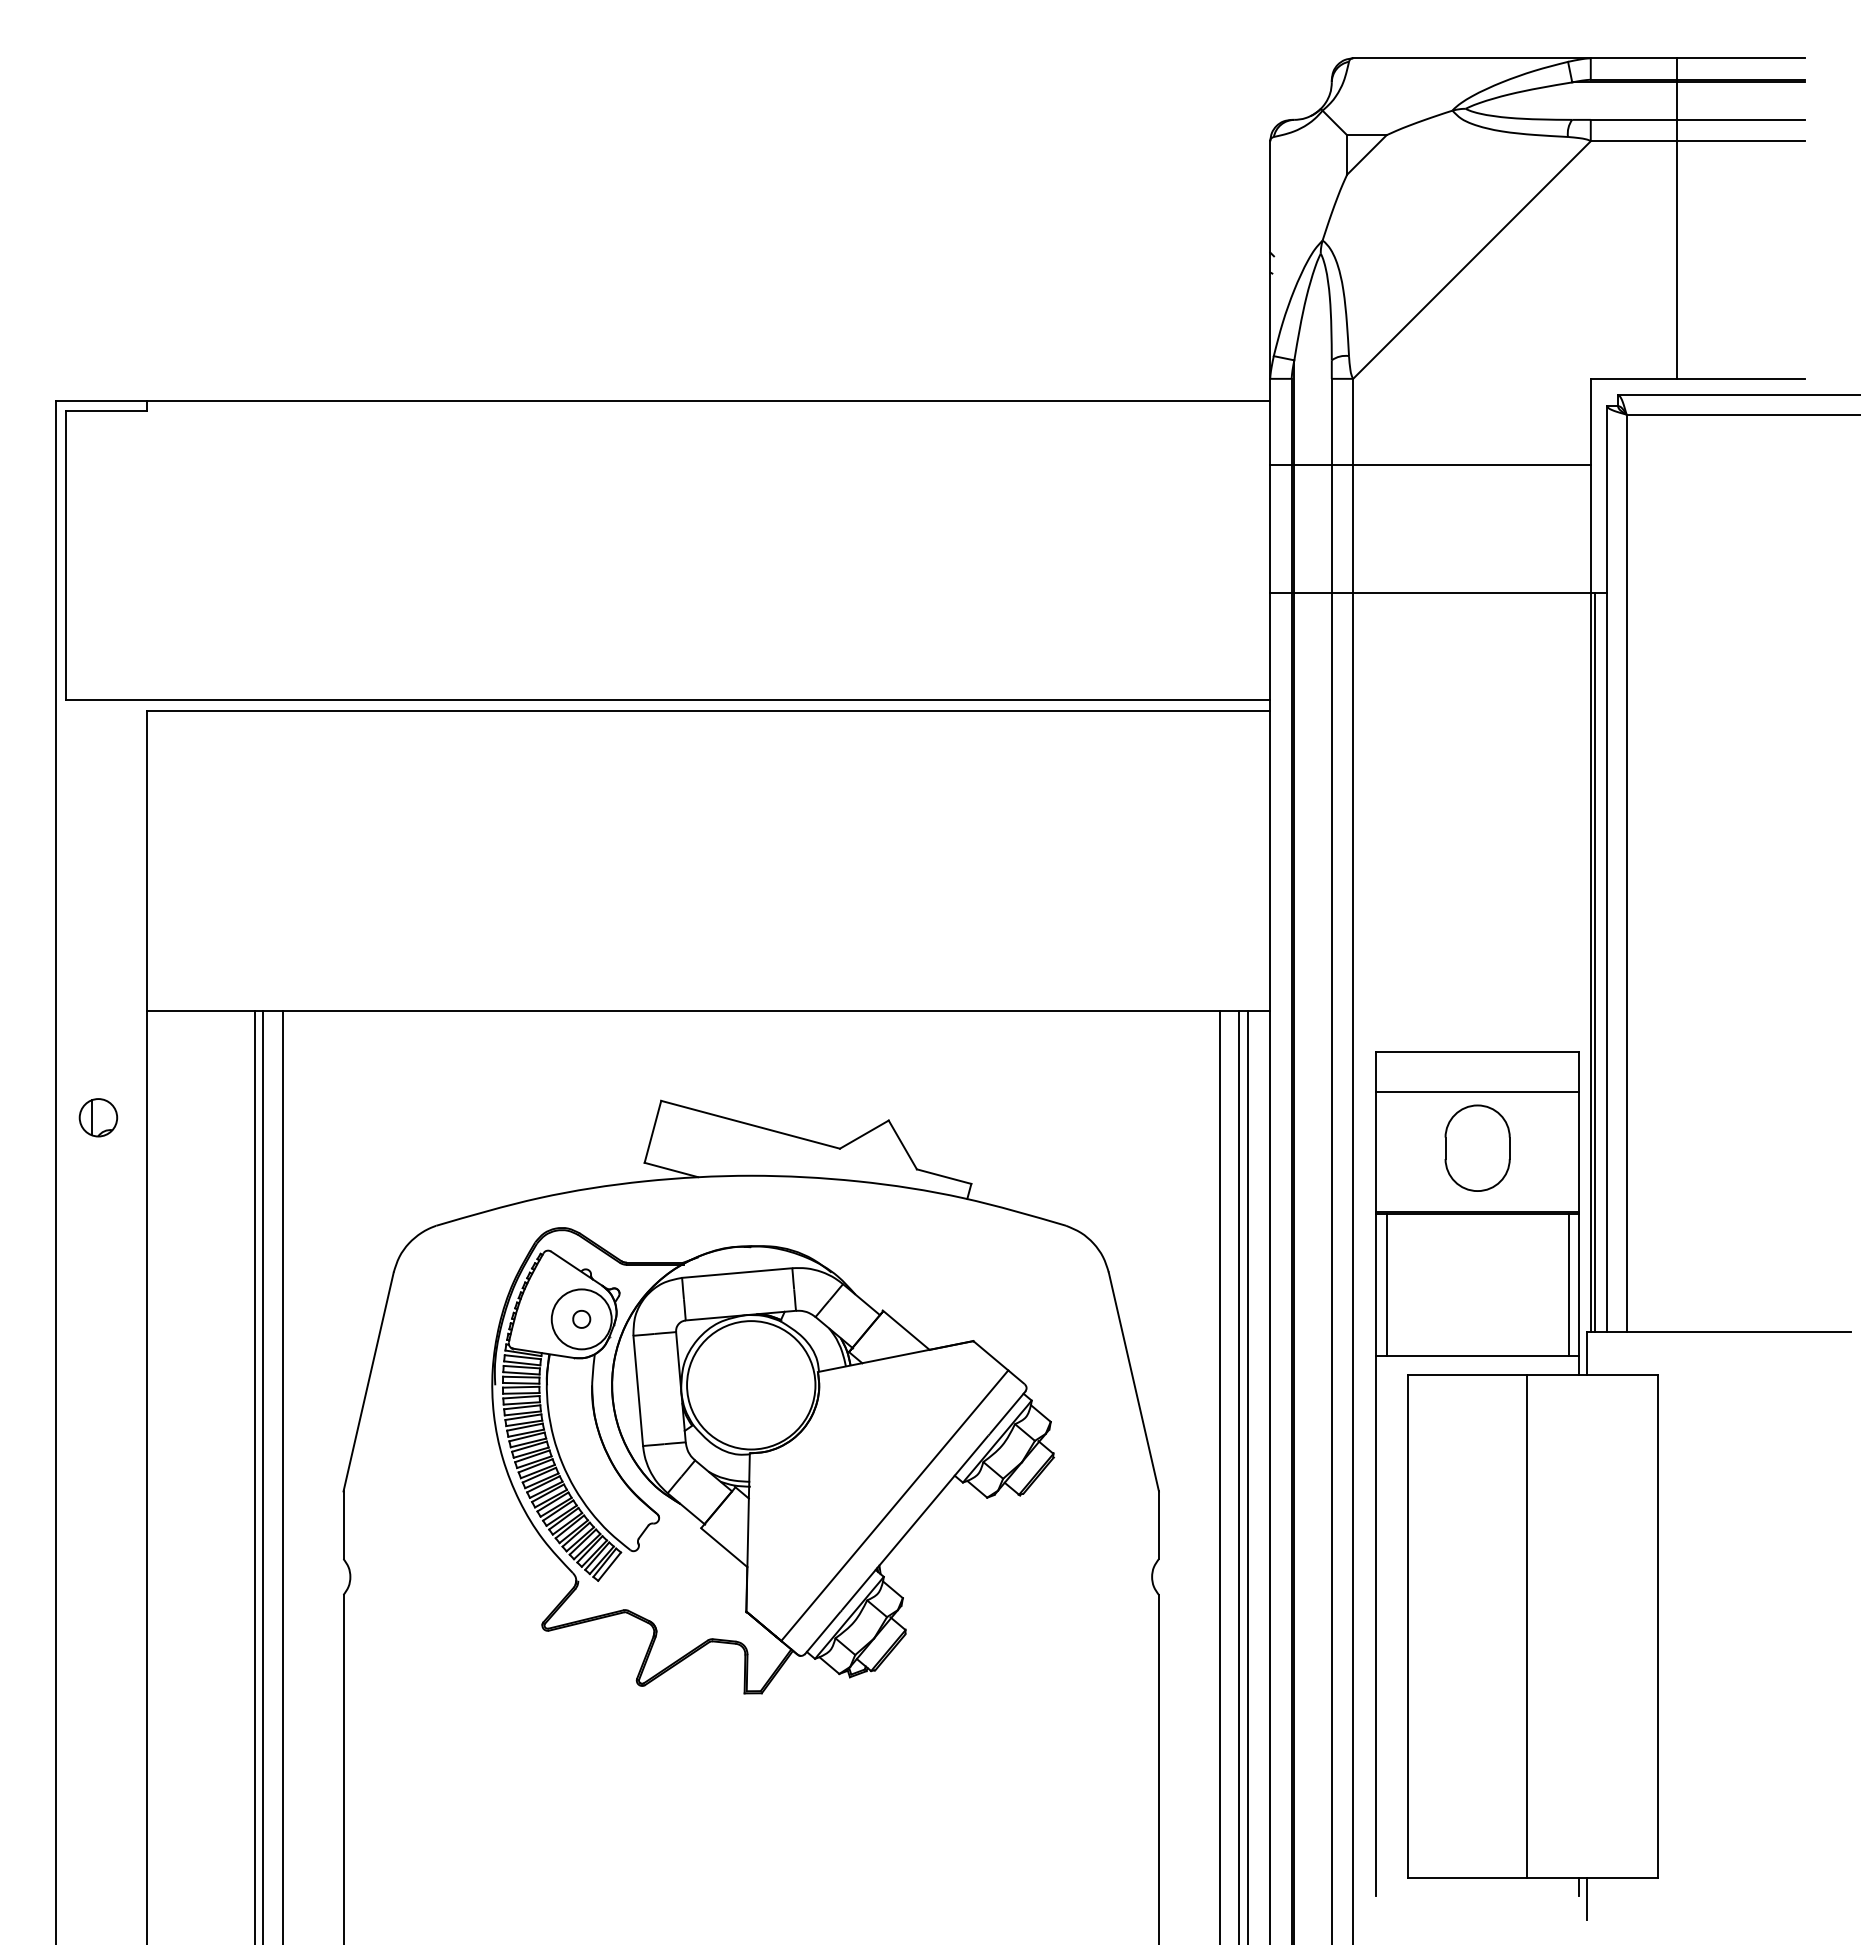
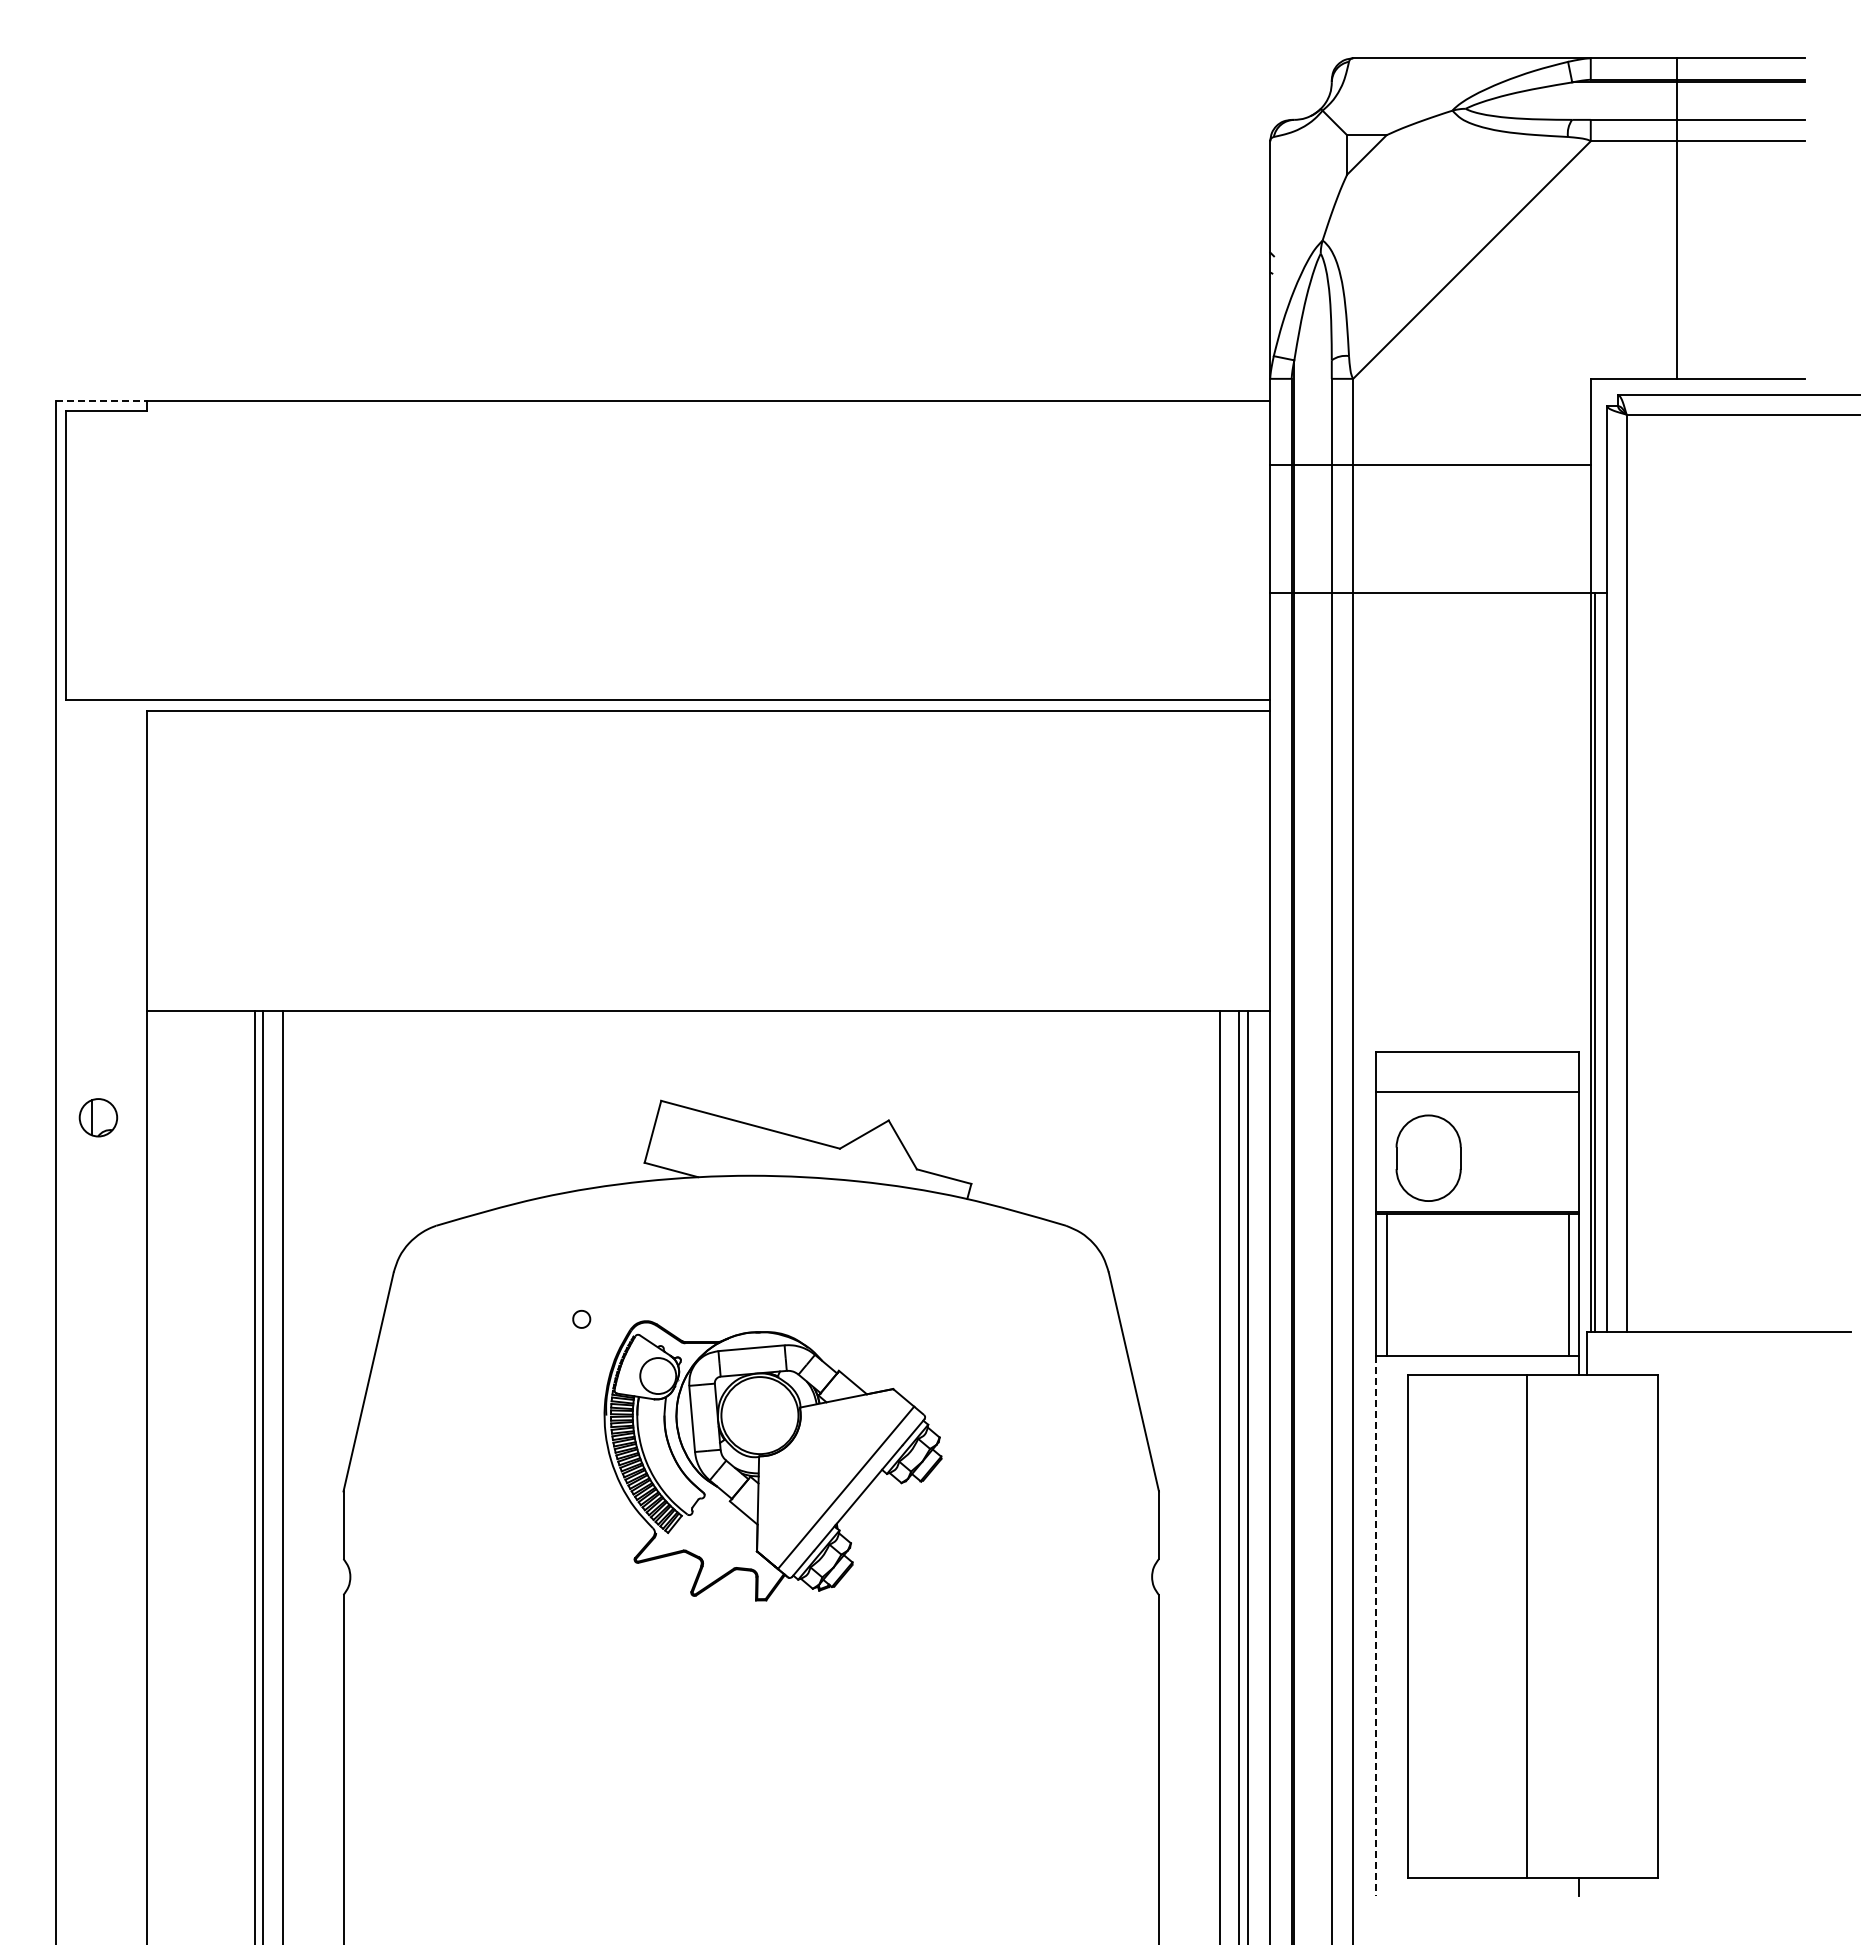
line at (101, 400): solid -> dashed
part at (1477, 1147) position: (1477, 1147) -> (1428, 1157)
part at (772, 1460) size: 564x468 px -> 340x282 px
line at (1375, 1626): solid -> dashed
line at (1587, 1898): present -> none
